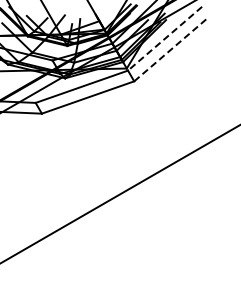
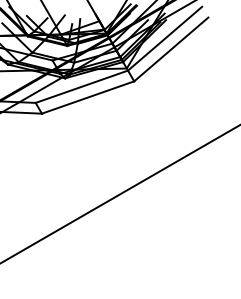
line at (165, 38): dashed -> solid
line at (171, 49): dashed -> solid
